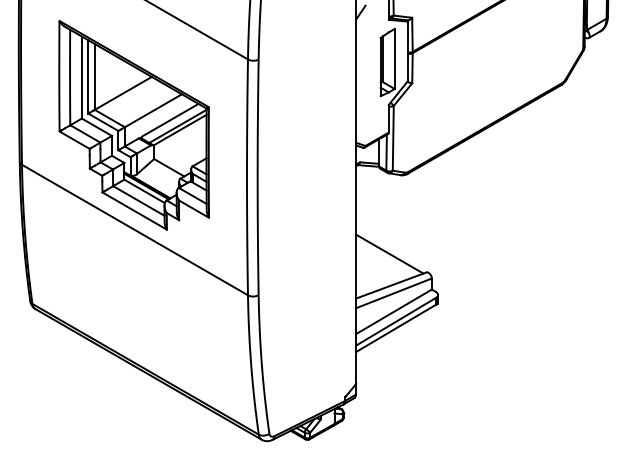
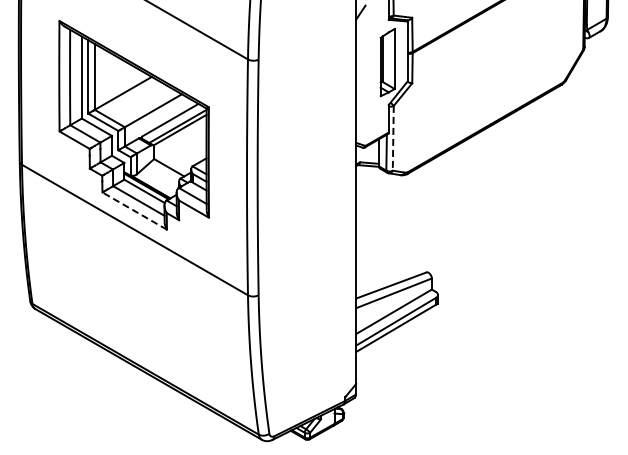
line at (393, 138): solid -> dashed
line at (134, 210): solid -> dashed
line at (389, 253): present -> none
